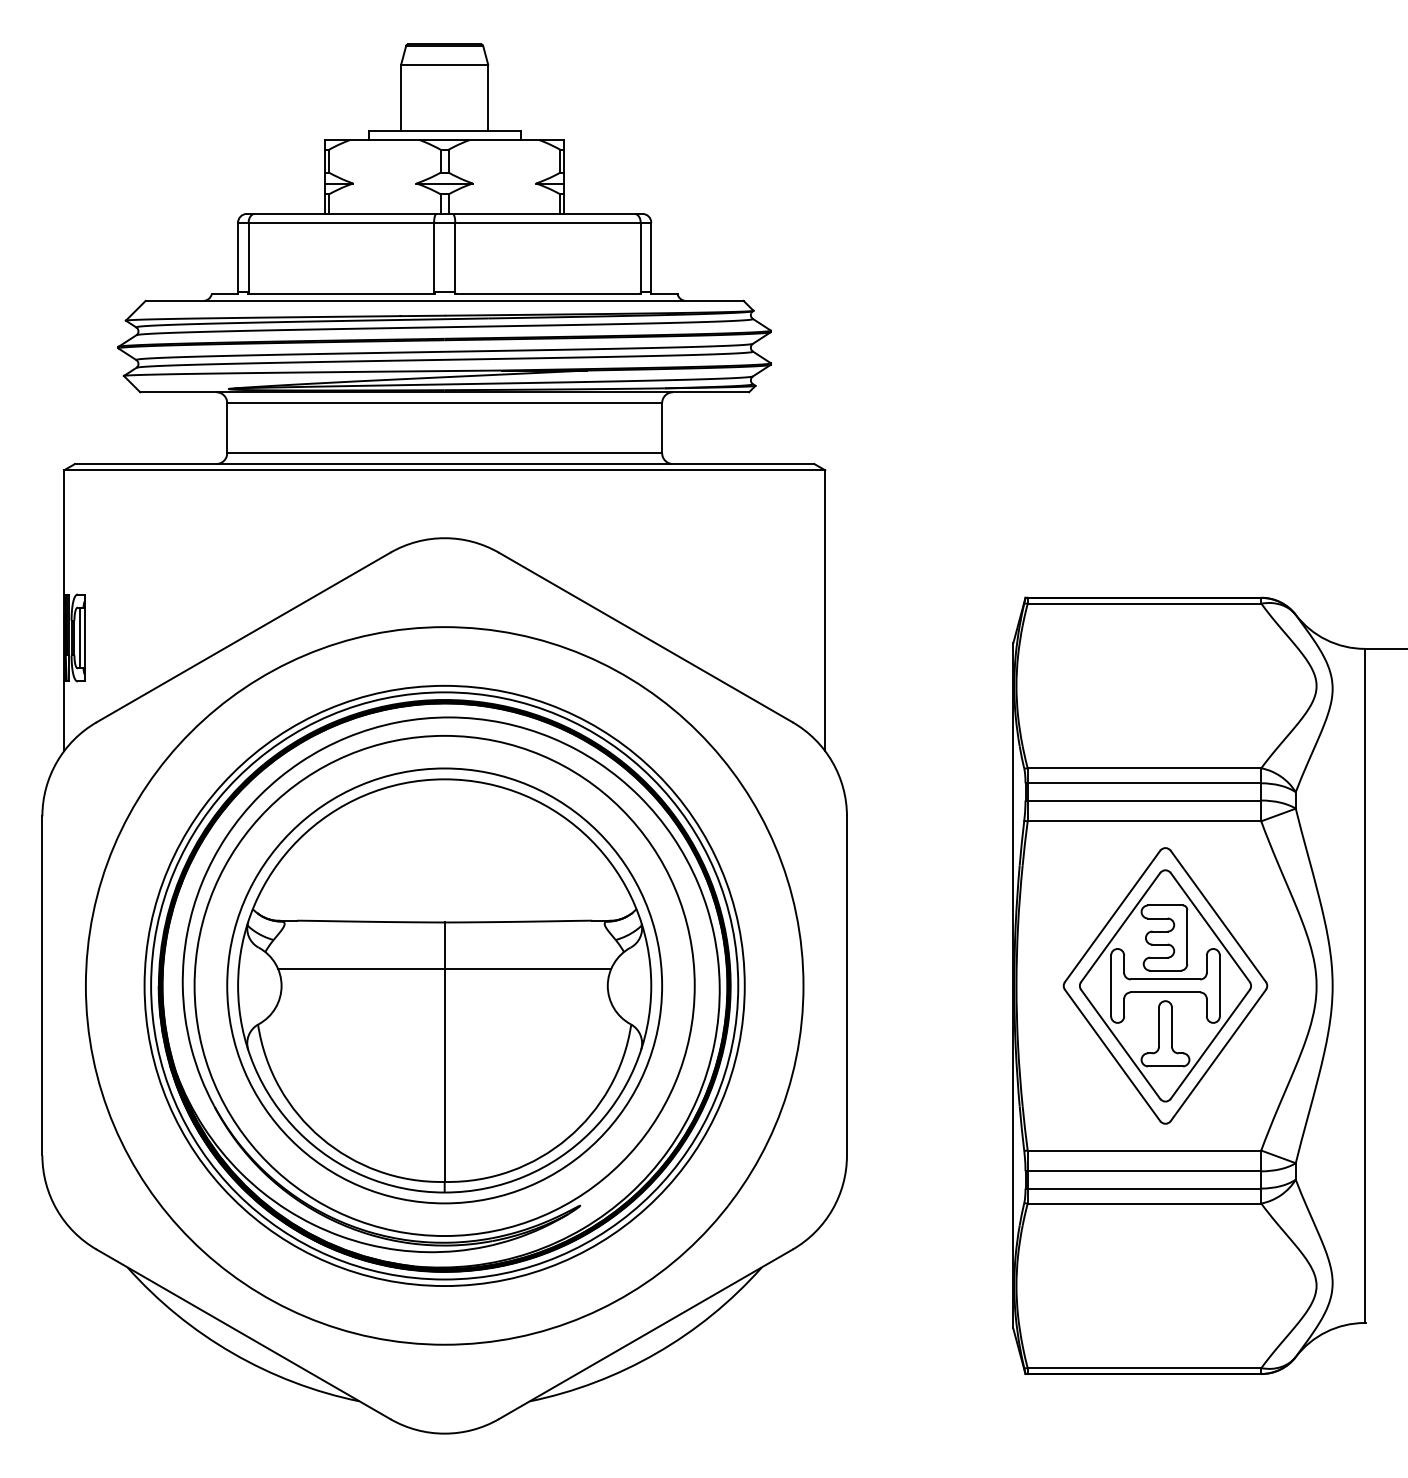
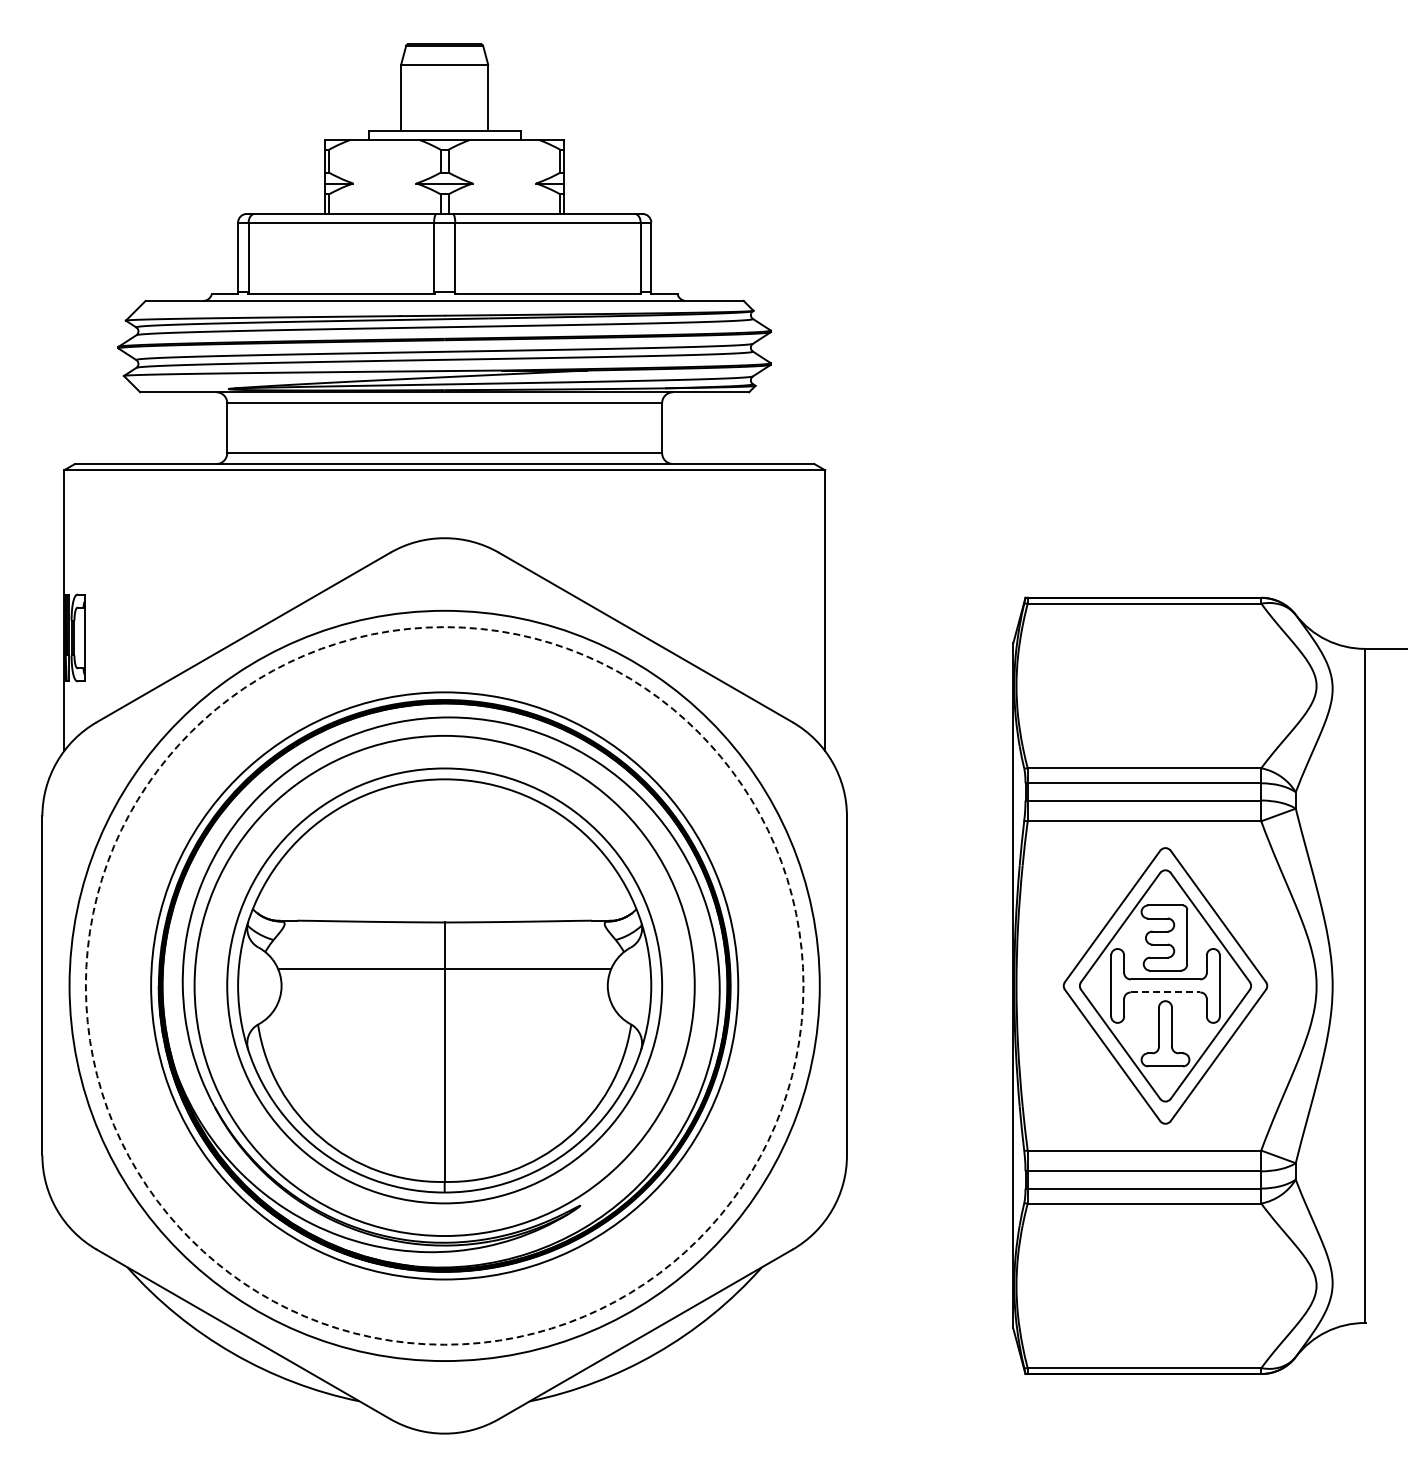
line at (80, 637): present -> none
circle at (444, 985) diameter: 600 px -> 750 px
circle at (444, 985): solid -> dashed
line at (1165, 992): solid -> dashed
